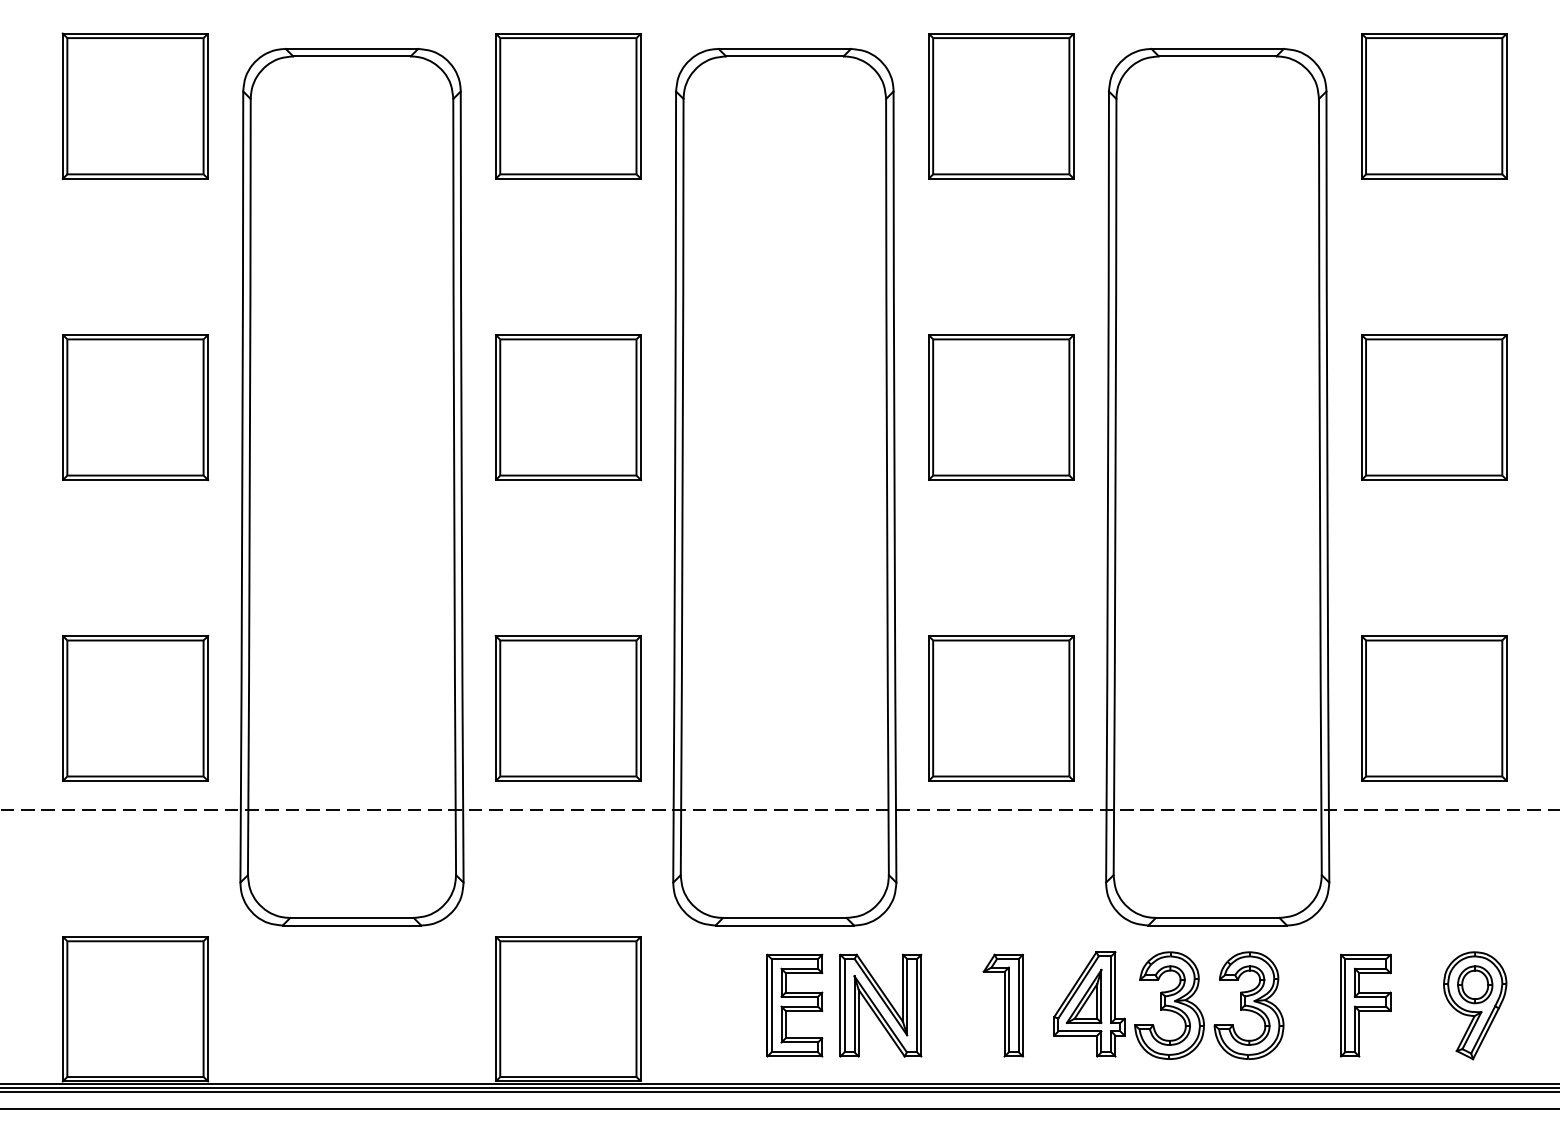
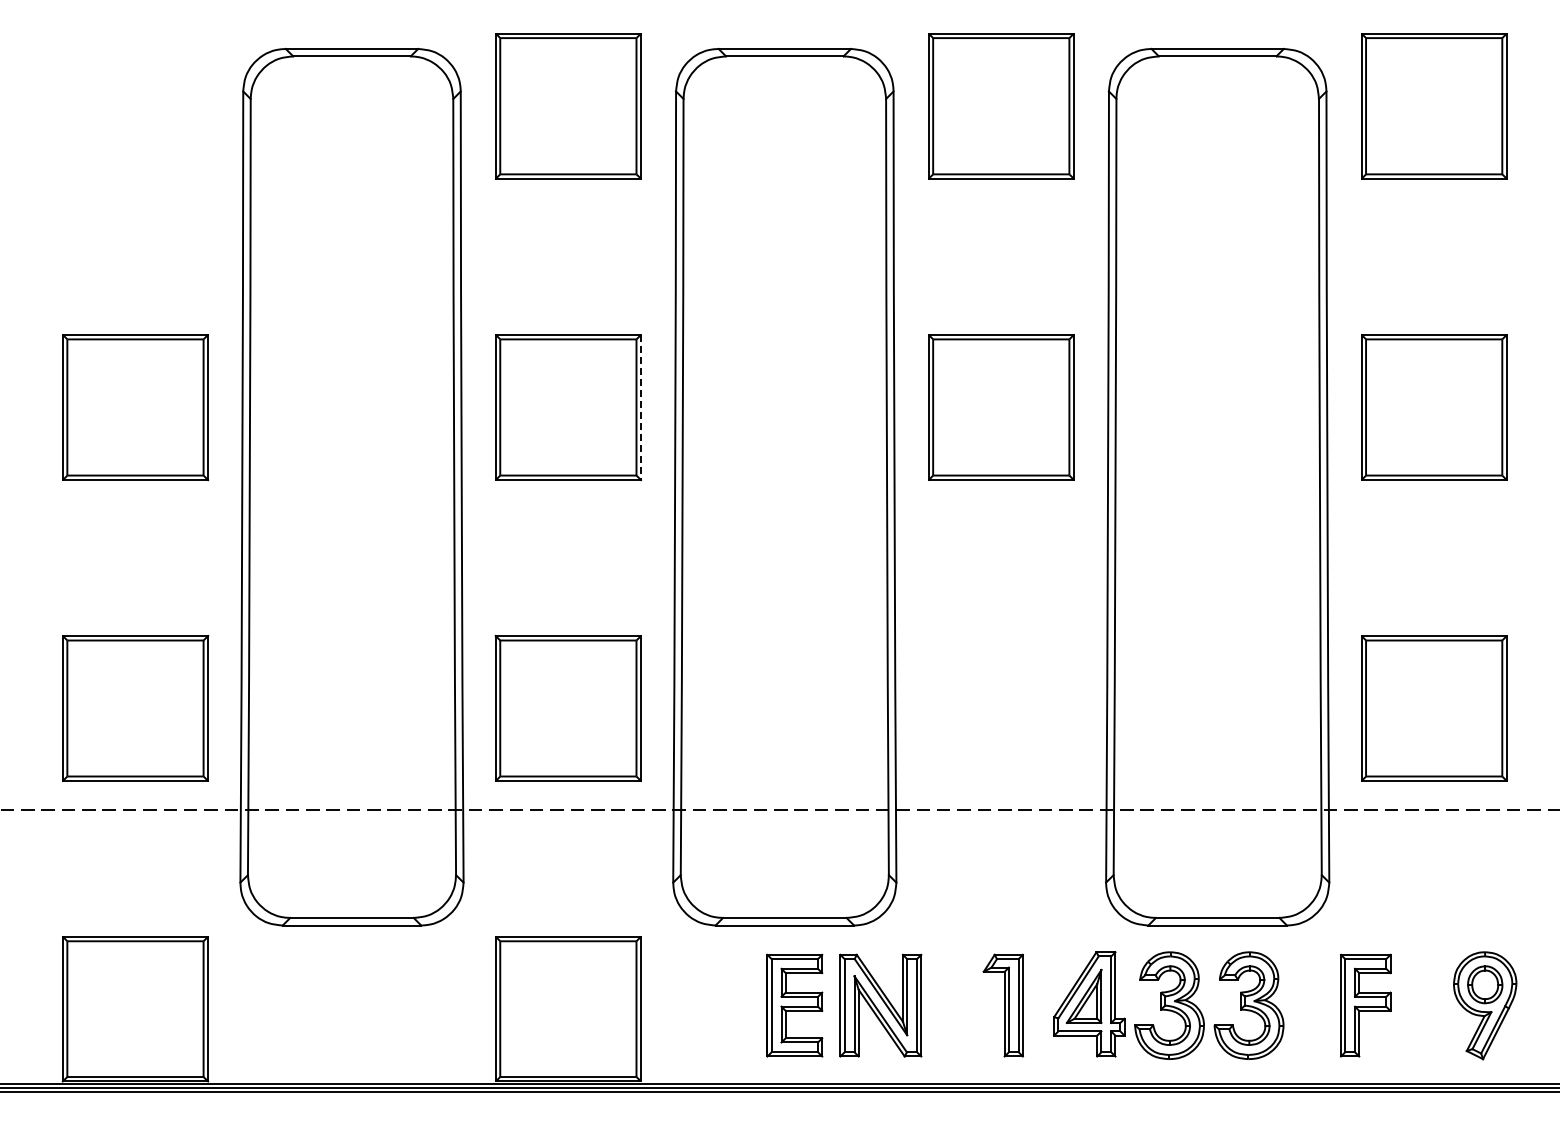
part at (134, 105): present -> none
line at (641, 407): solid -> dashed
part at (1001, 708): present -> none
part at (1475, 1005) position: (1475, 1005) -> (1485, 1005)
line at (779, 1109): present -> none
